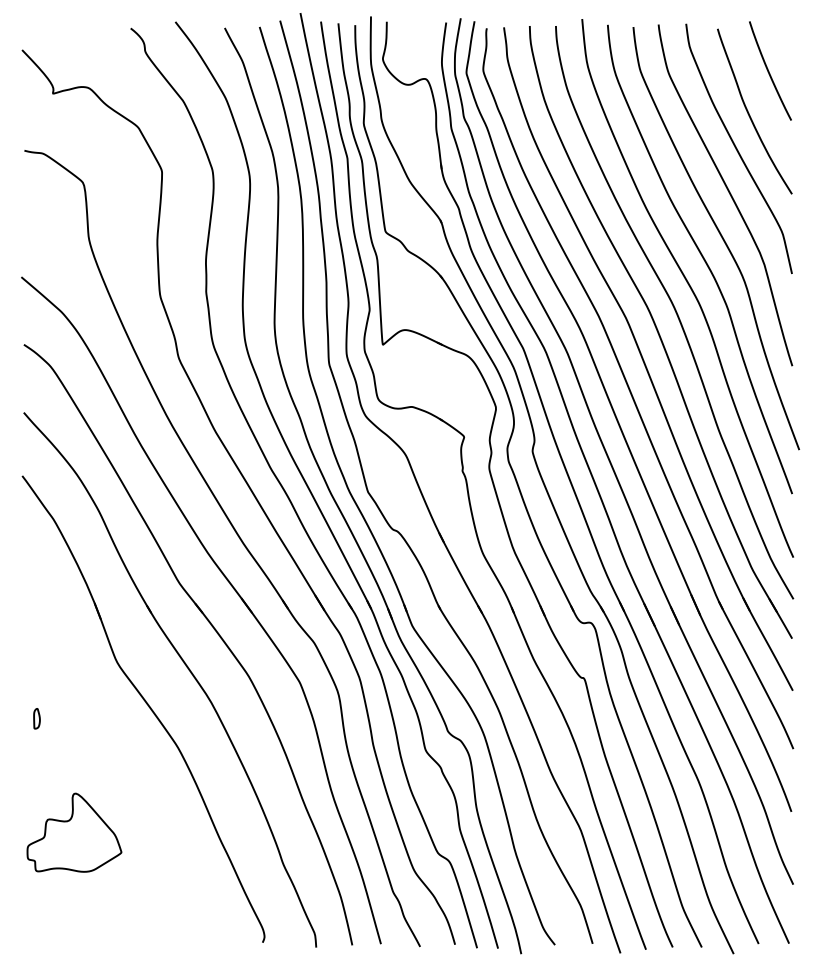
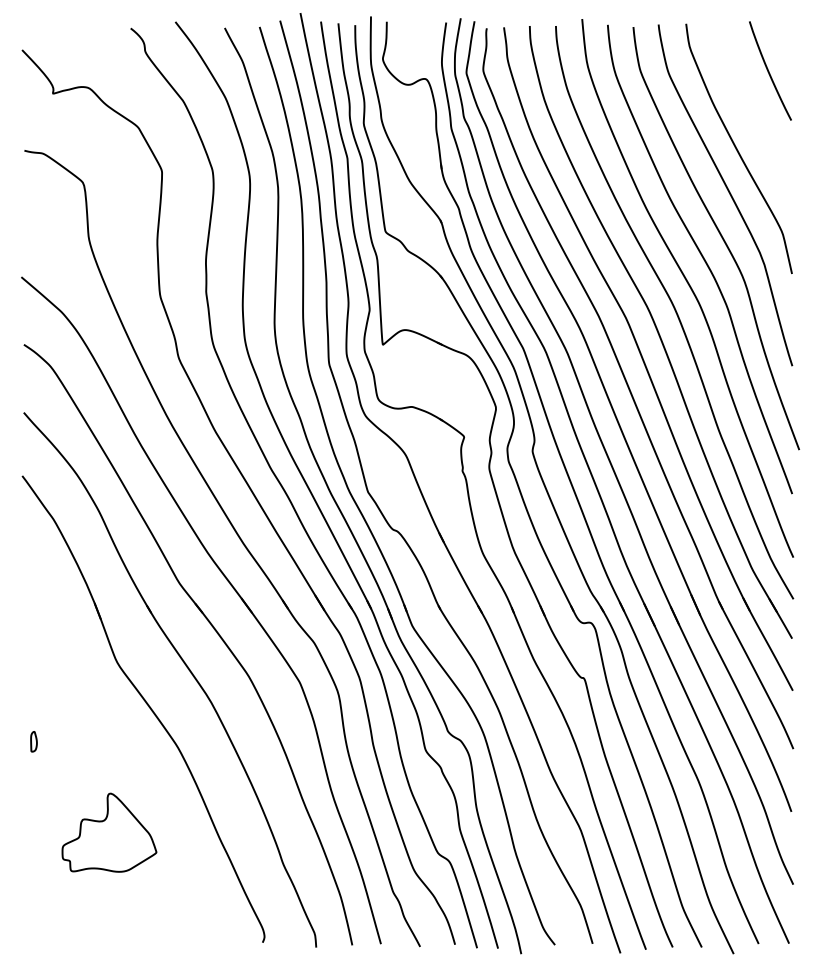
curve at (749, 113): present -> none
part at (36, 718) position: (36, 718) -> (33, 741)
part at (74, 832) position: (74, 832) -> (109, 832)
